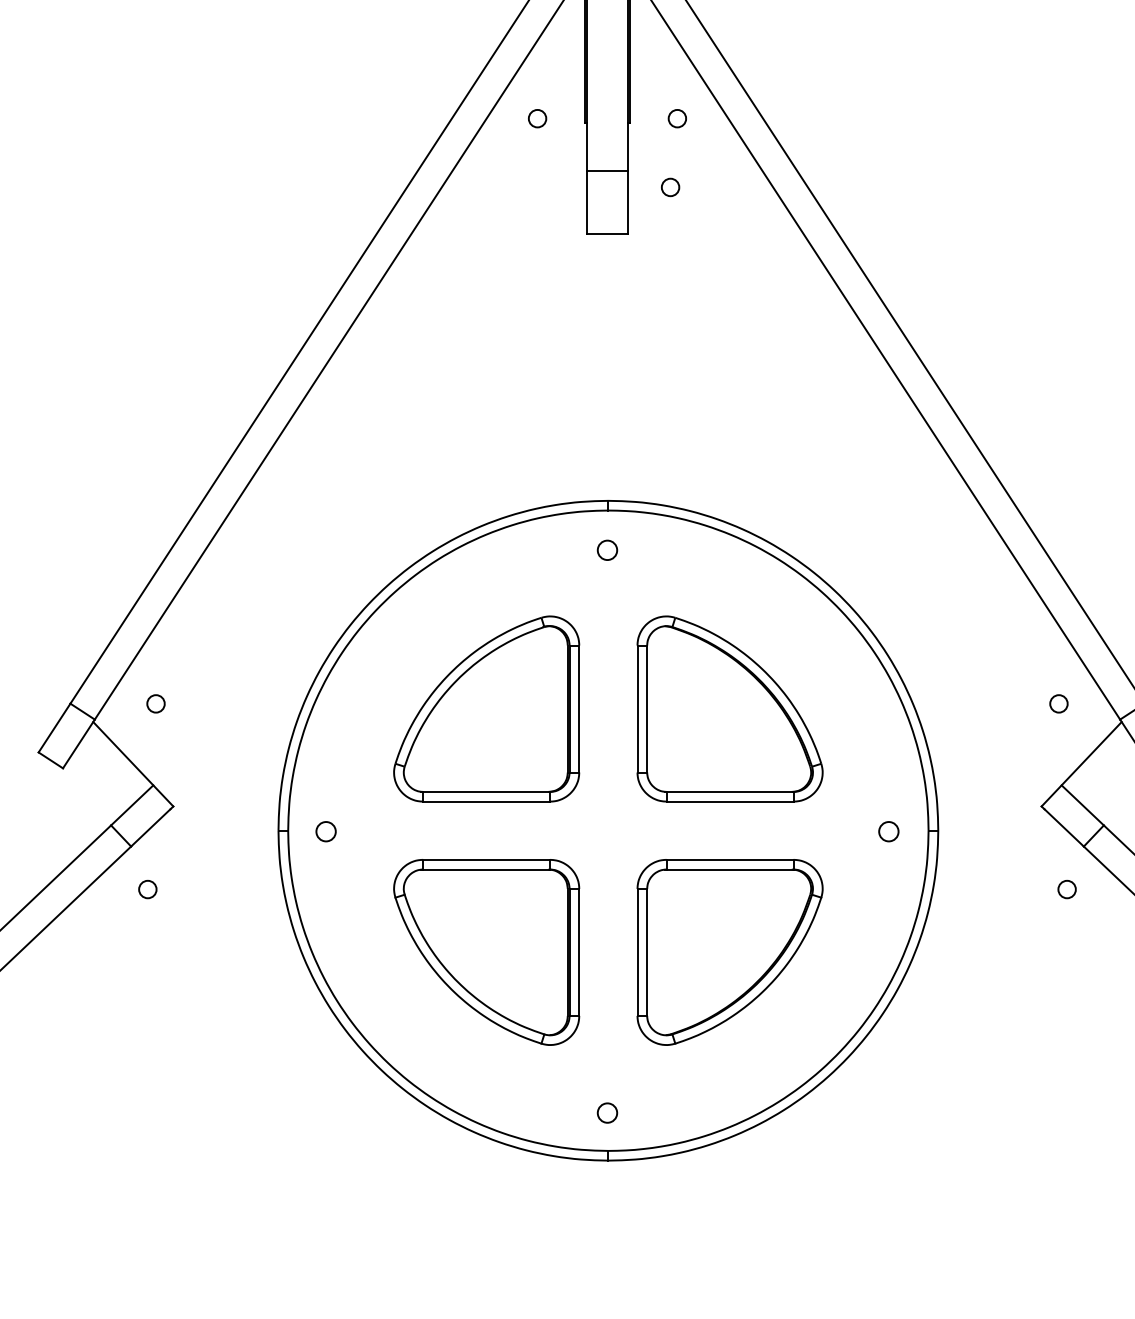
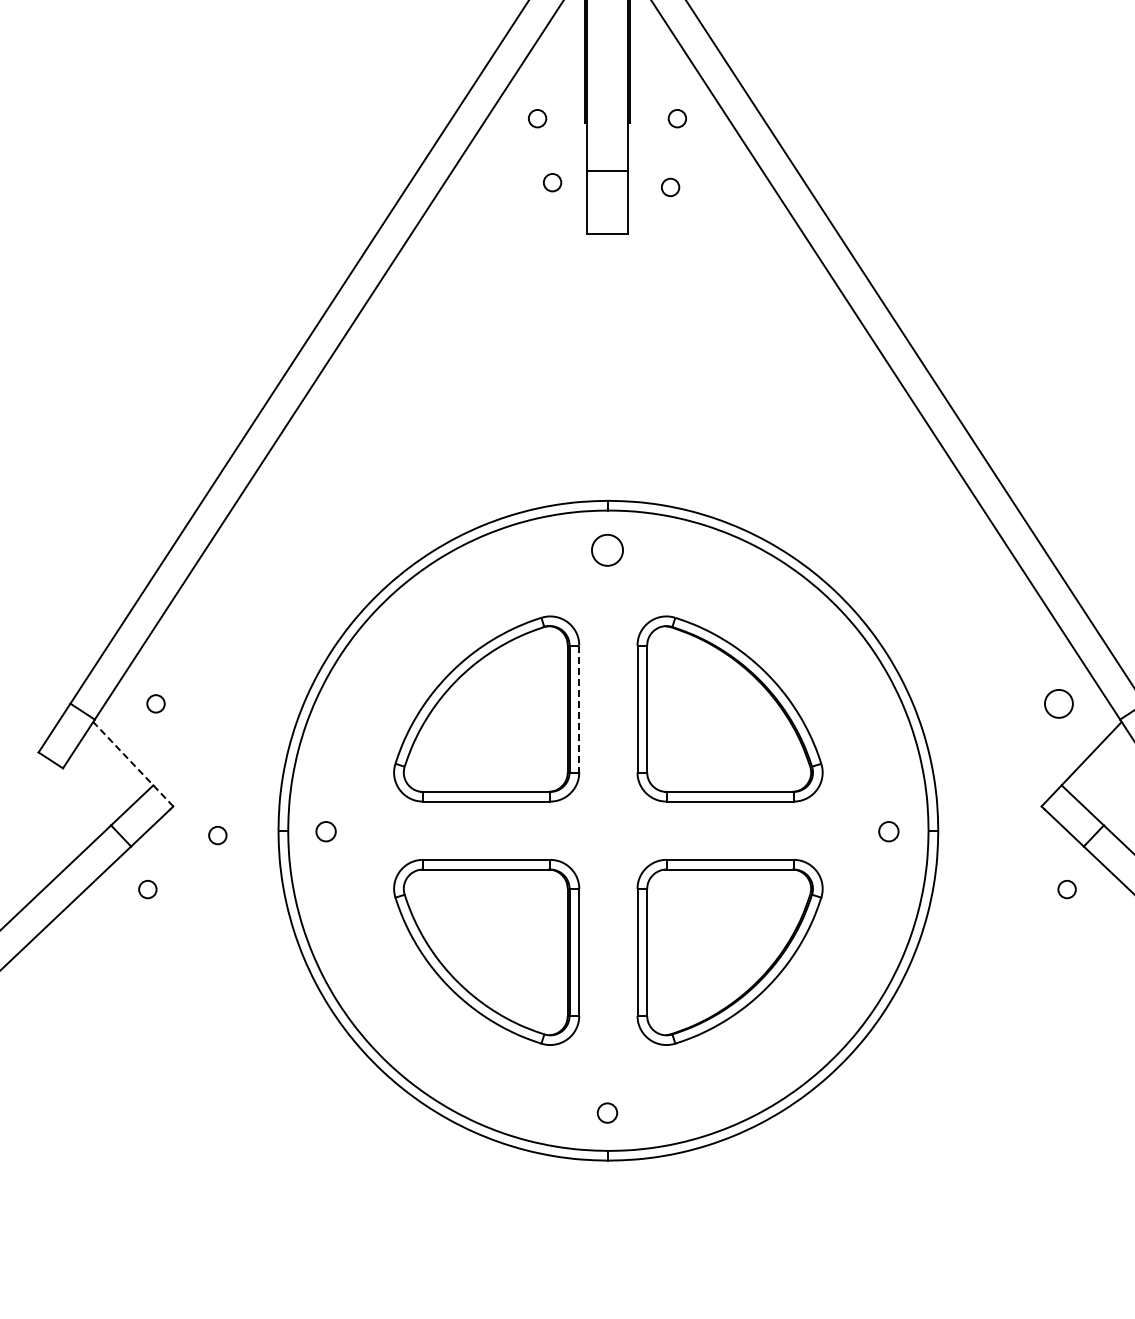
circle at (552, 182): none -> present
circle at (607, 550) diameter: 19 px -> 31 px
circle at (1058, 703) diameter: 17 px -> 28 px
line at (579, 709): solid -> dashed
line at (132, 763): solid -> dashed
circle at (217, 835): none -> present
